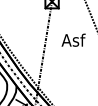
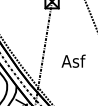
text at (73, 39) position: (73, 39) -> (73, 60)
